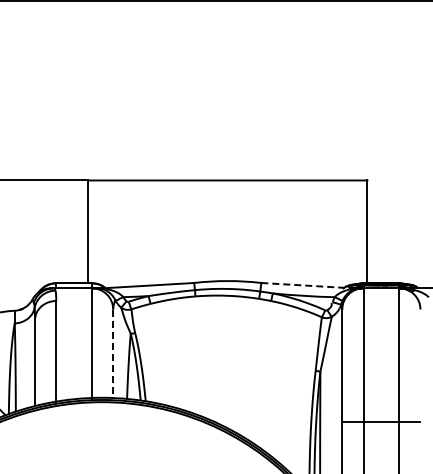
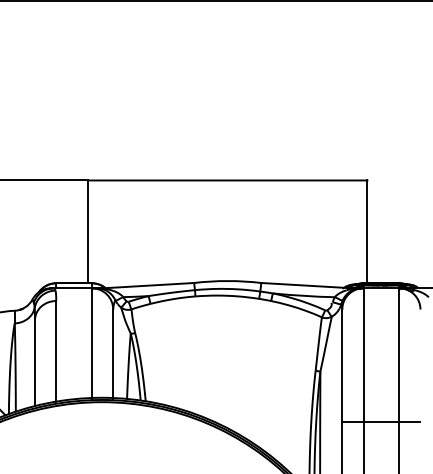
line at (306, 285): dashed -> solid
line at (113, 354): dashed -> solid
